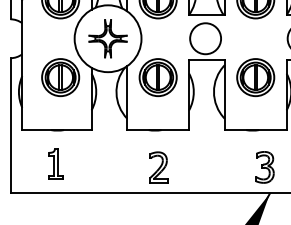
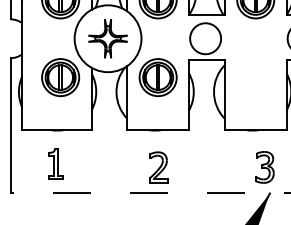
part at (255, 77): present -> none
line at (150, 193): solid -> dashed
